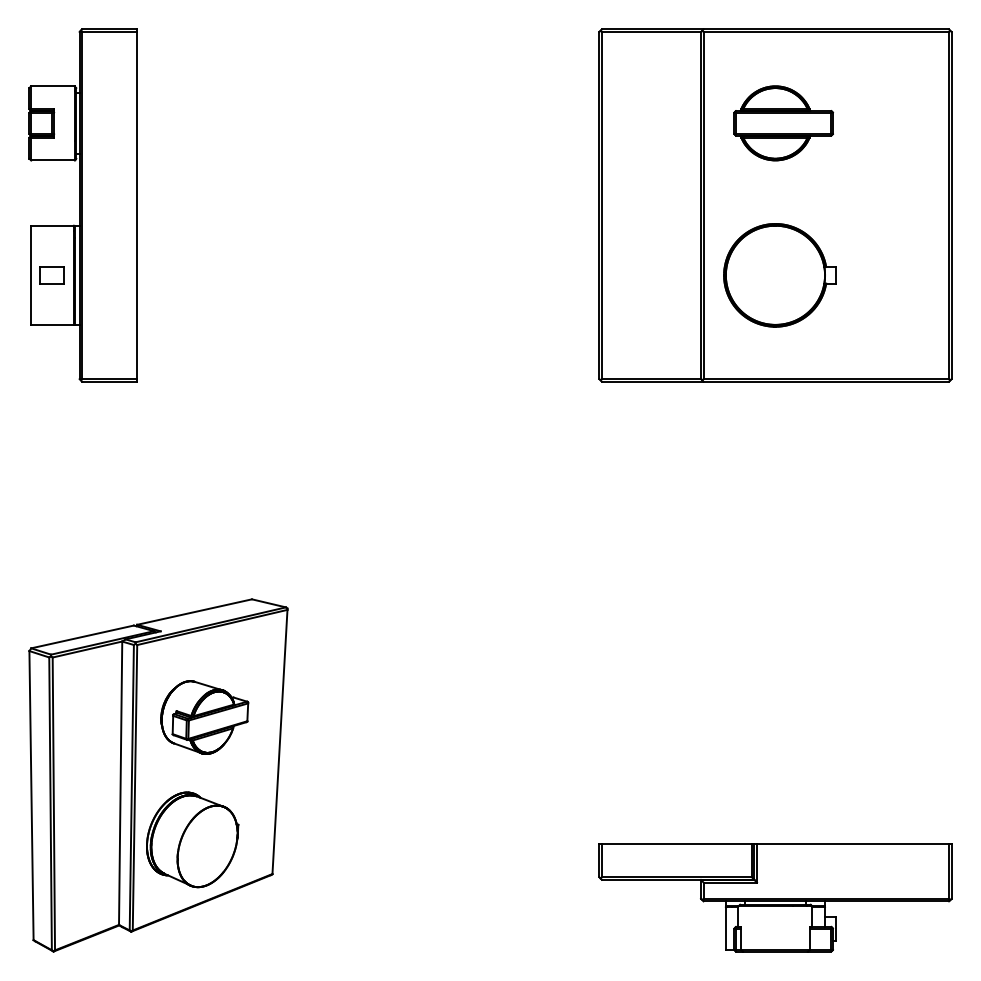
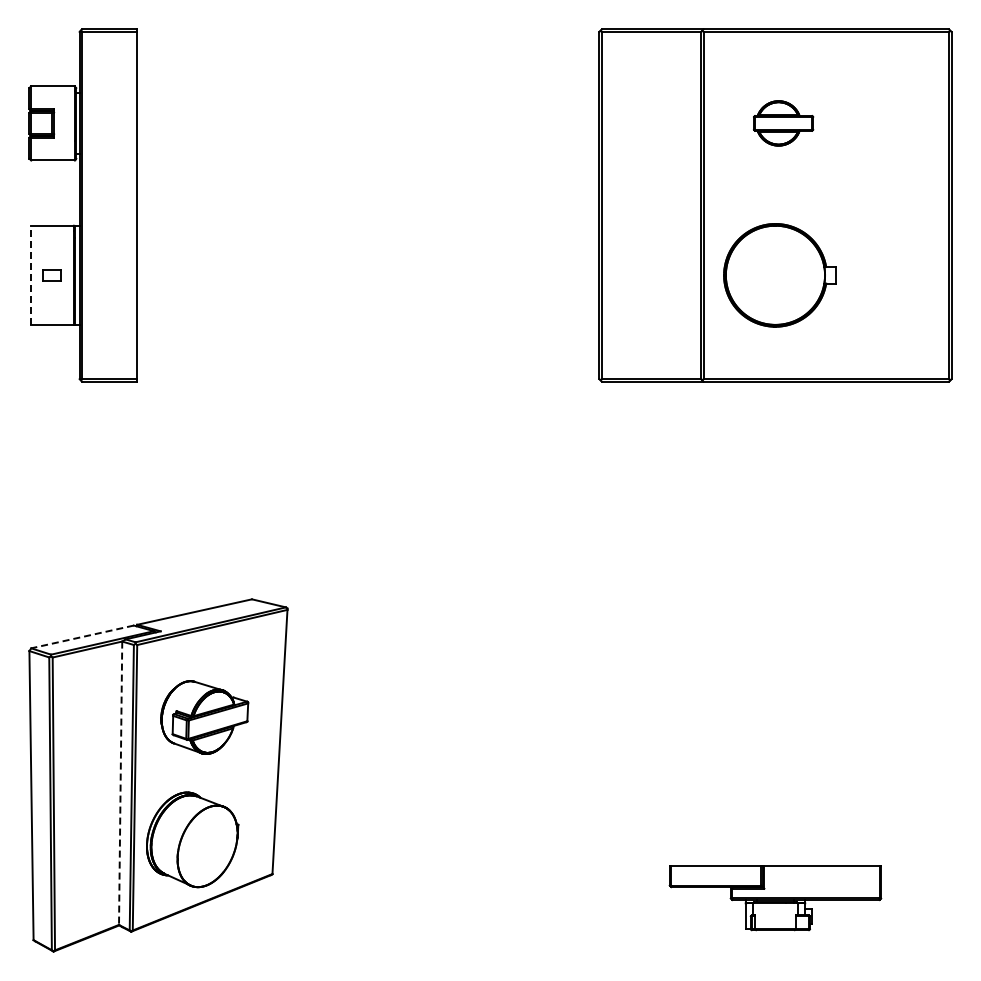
part at (783, 123) size: 101x77 px -> 62x47 px
line at (30, 275): solid -> dashed
part at (51, 275) size: 26x19 px -> 20x13 px
line at (82, 636): solid -> dashed
line at (120, 783): solid -> dashed
part at (775, 897) size: 355x110 px -> 215x67 px
